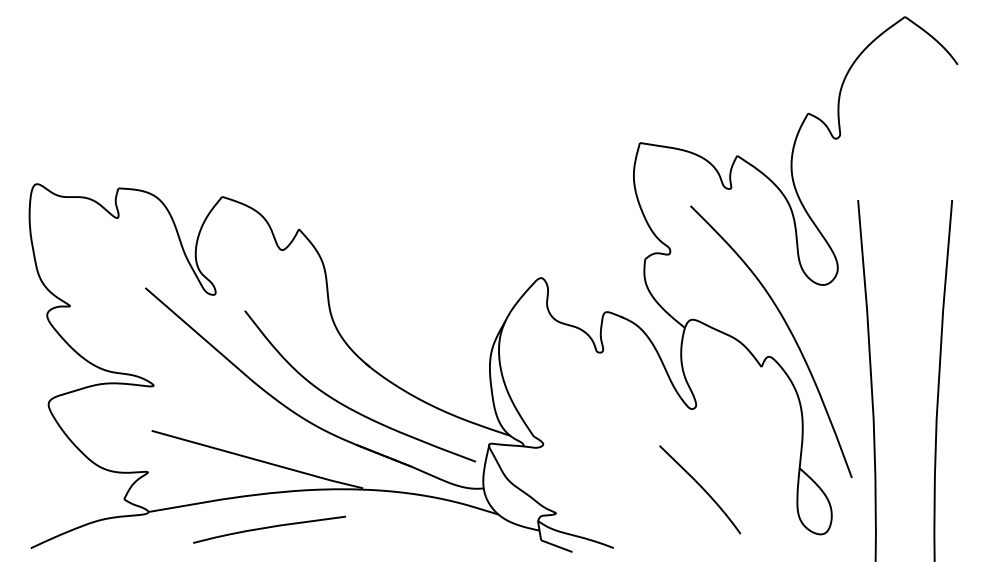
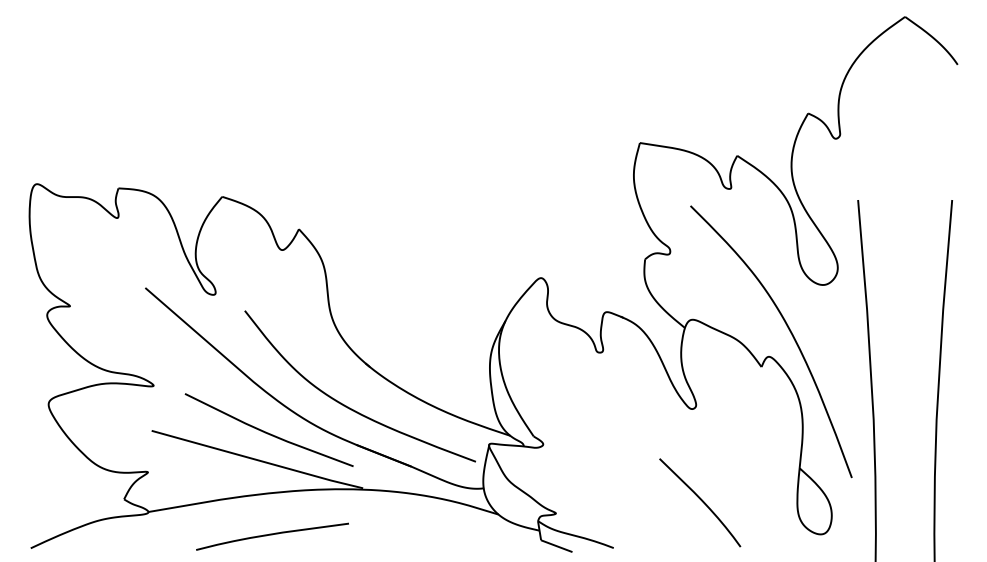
line at (266, 431): none -> present
curve at (701, 488) position: (701, 488) -> (701, 501)
curve at (269, 528) position: (269, 528) -> (272, 535)
